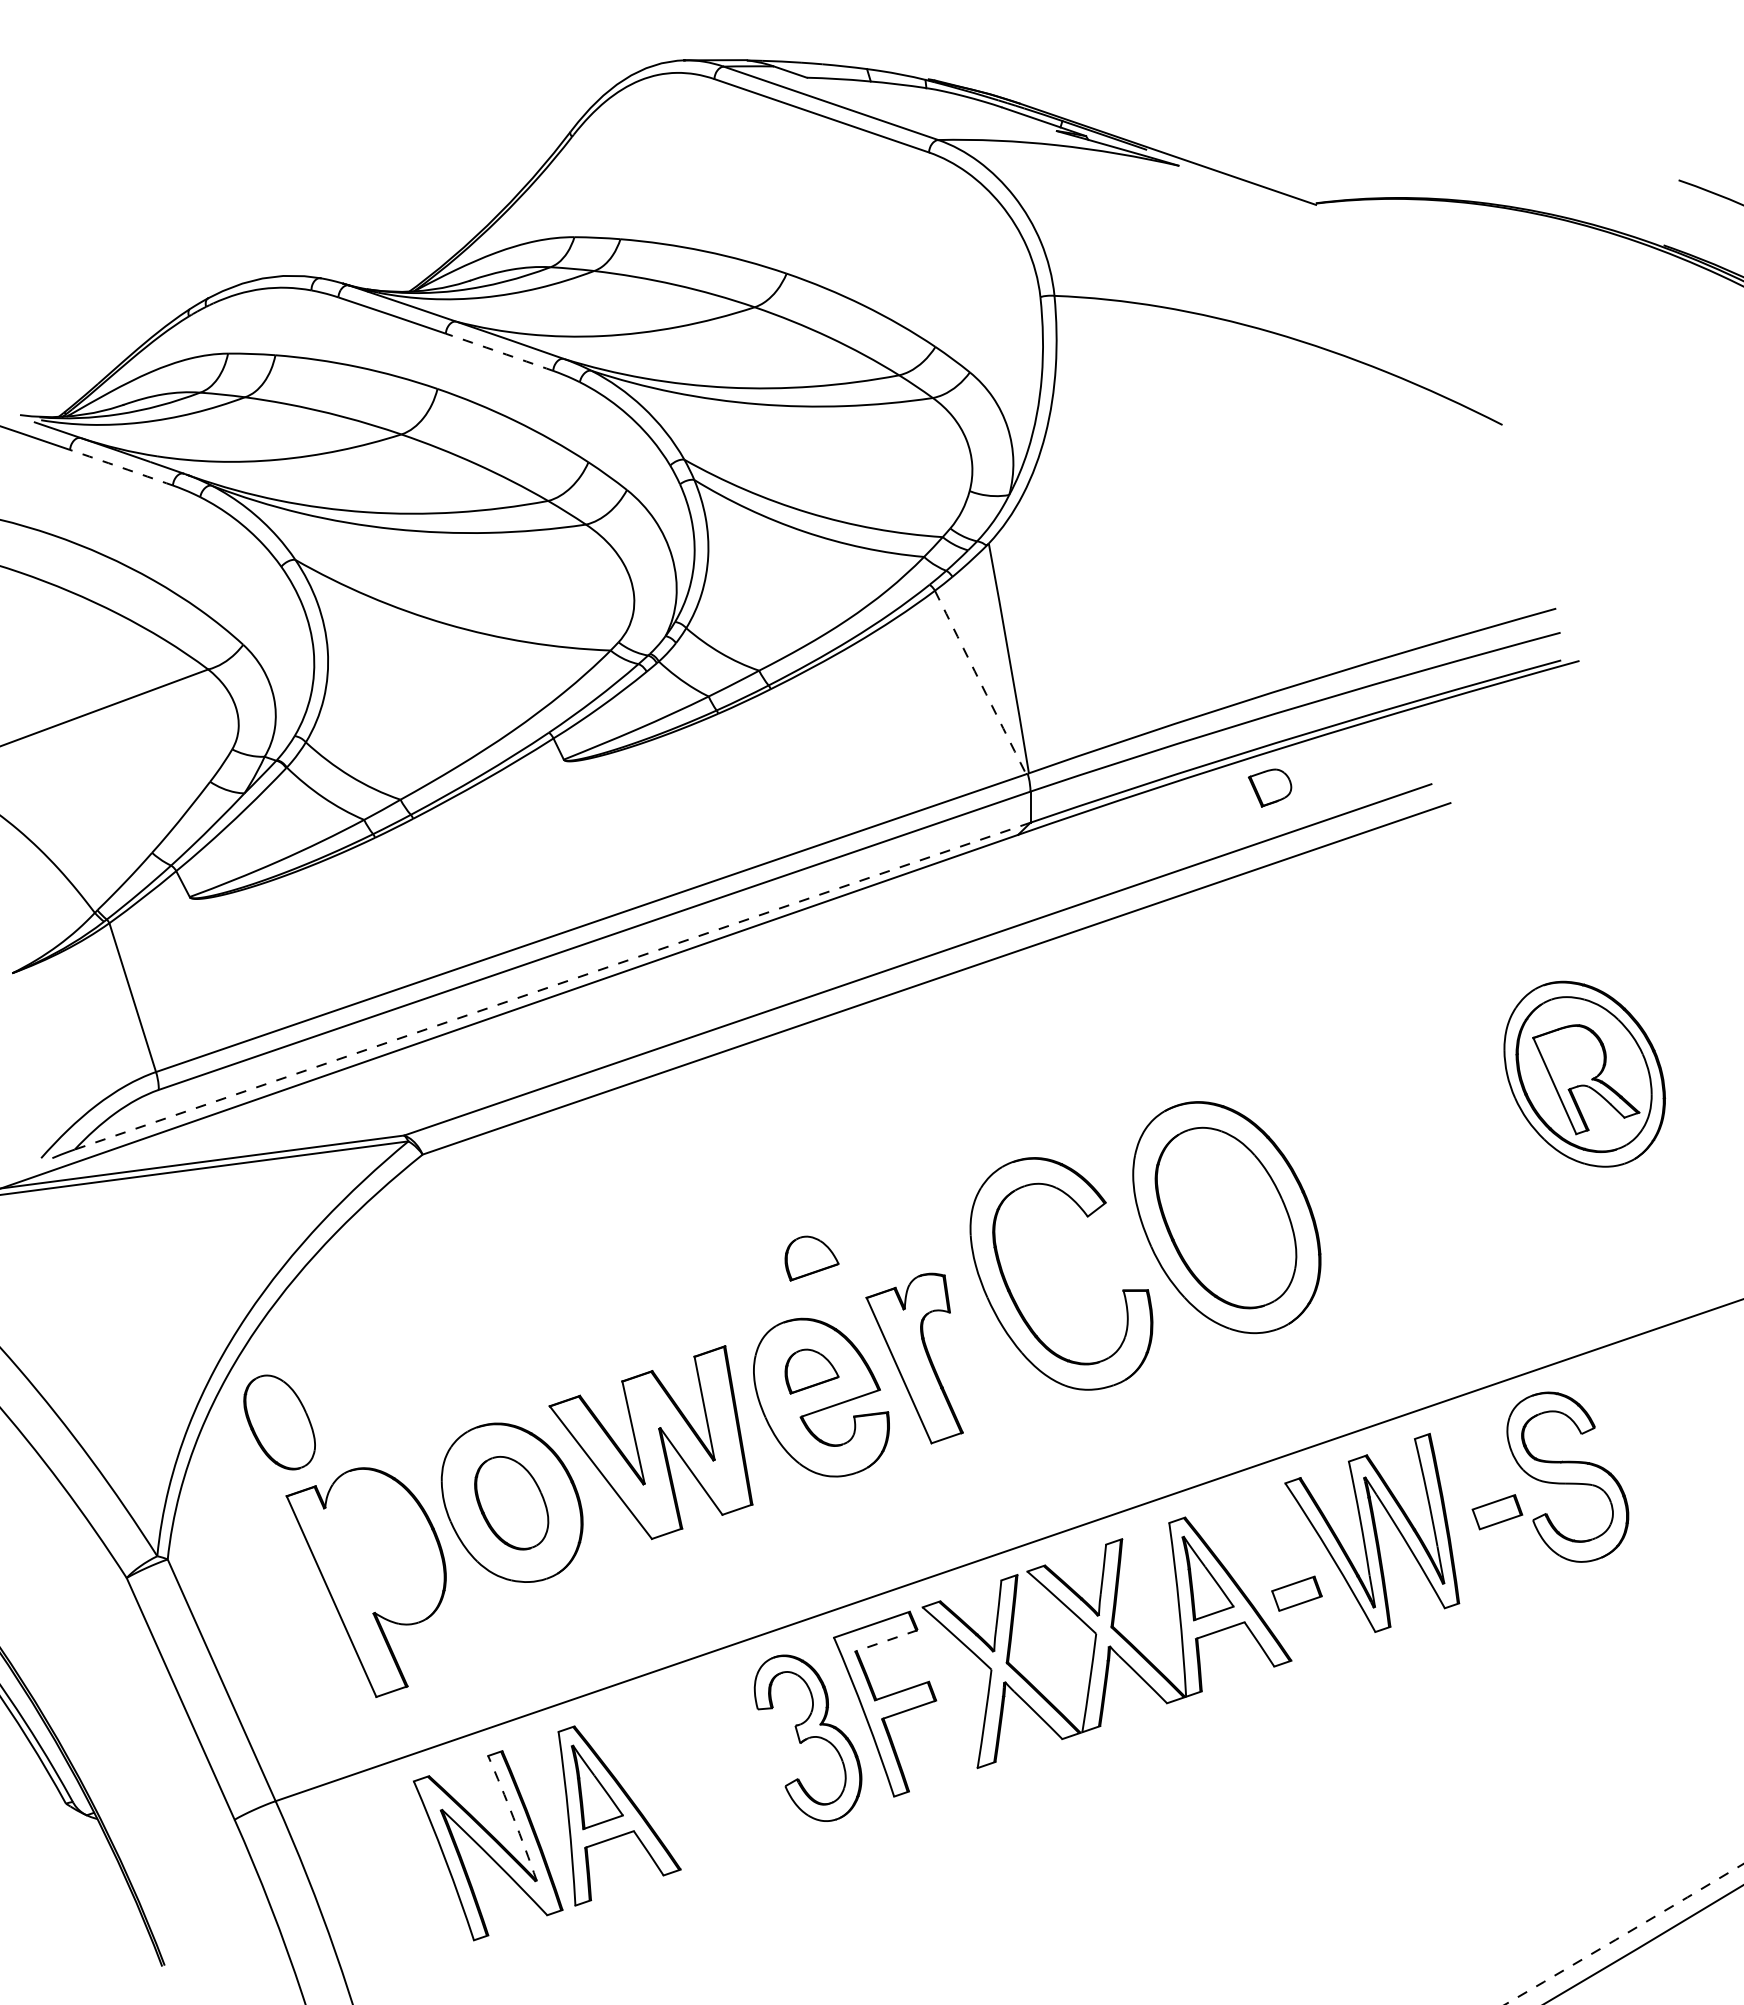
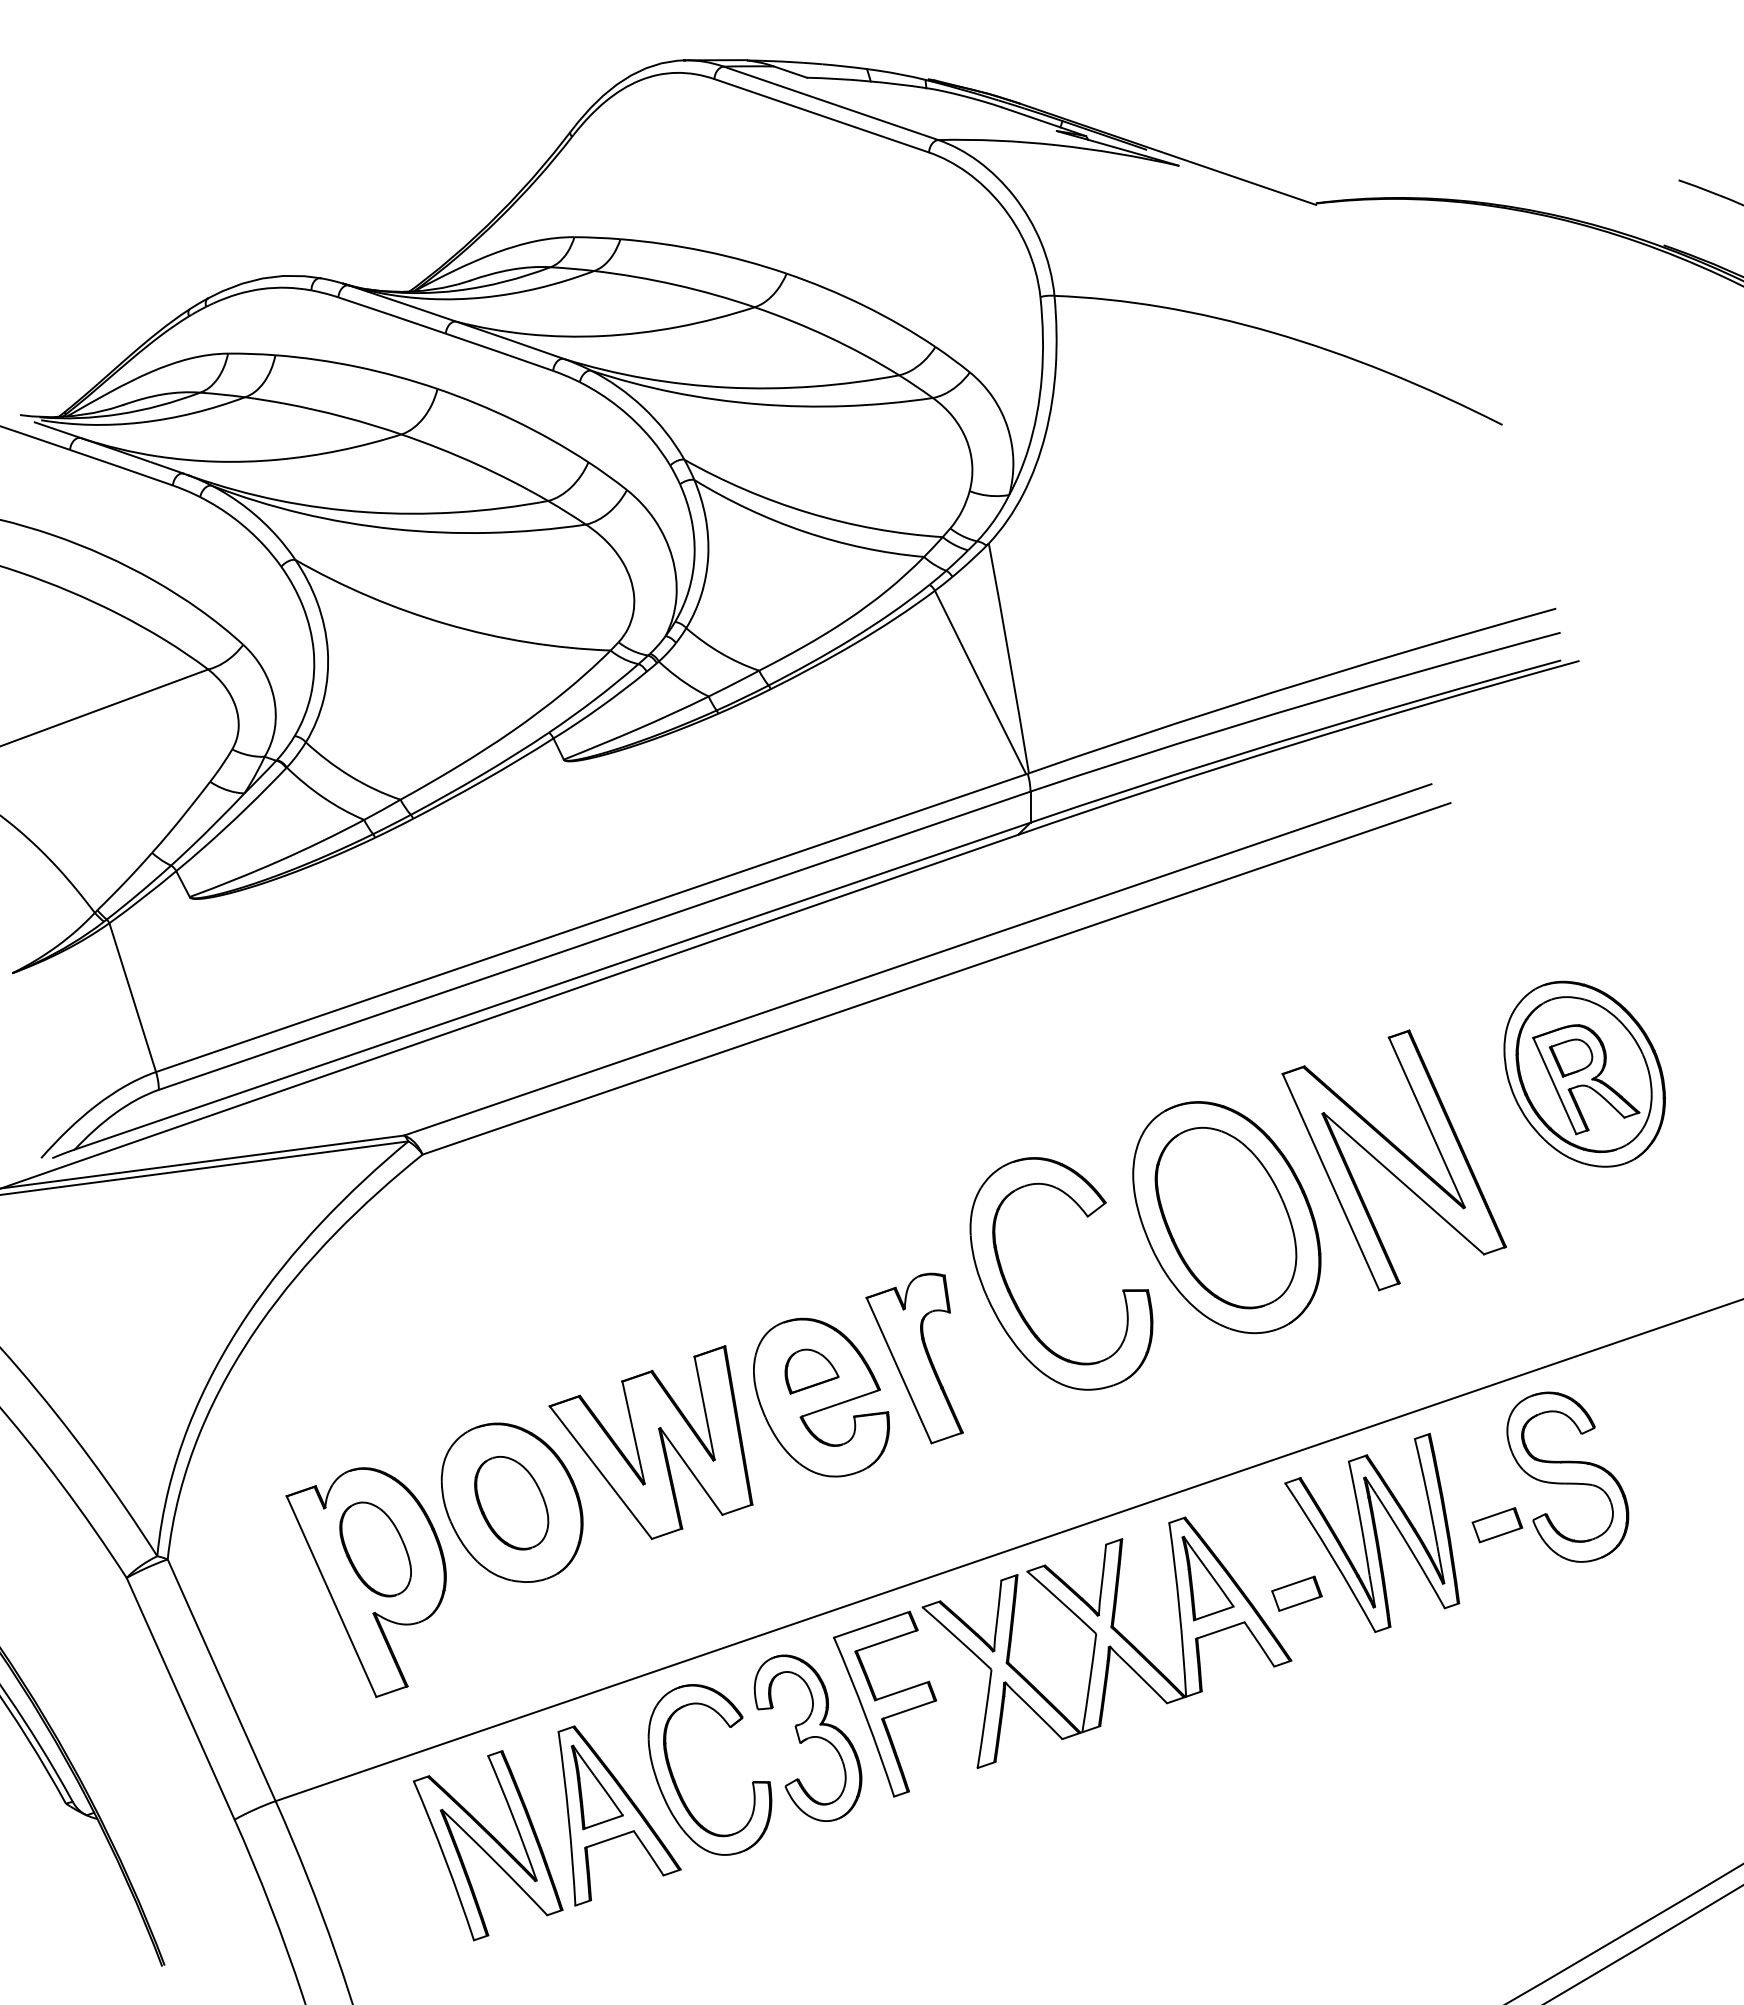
arc at (499, 352): dashed -> solid
arc at (121, 467): dashed -> solid
arc at (980, 682): dashed -> solid
part at (1269, 787) position: (1269, 787) -> (1570, 1057)
line at (552, 986): dashed -> solid
part at (1393, 1160): none -> present
part at (811, 1258): present -> none
part at (279, 1422) position: (279, 1422) -> (375, 1549)
part at (1497, 1512) position: (1497, 1512) -> (1497, 1525)
line at (886, 1640): dashed -> solid
part at (676, 1782): none -> present
arc at (513, 1817): dashed -> solid
arc at (1624, 1934): dashed -> solid
